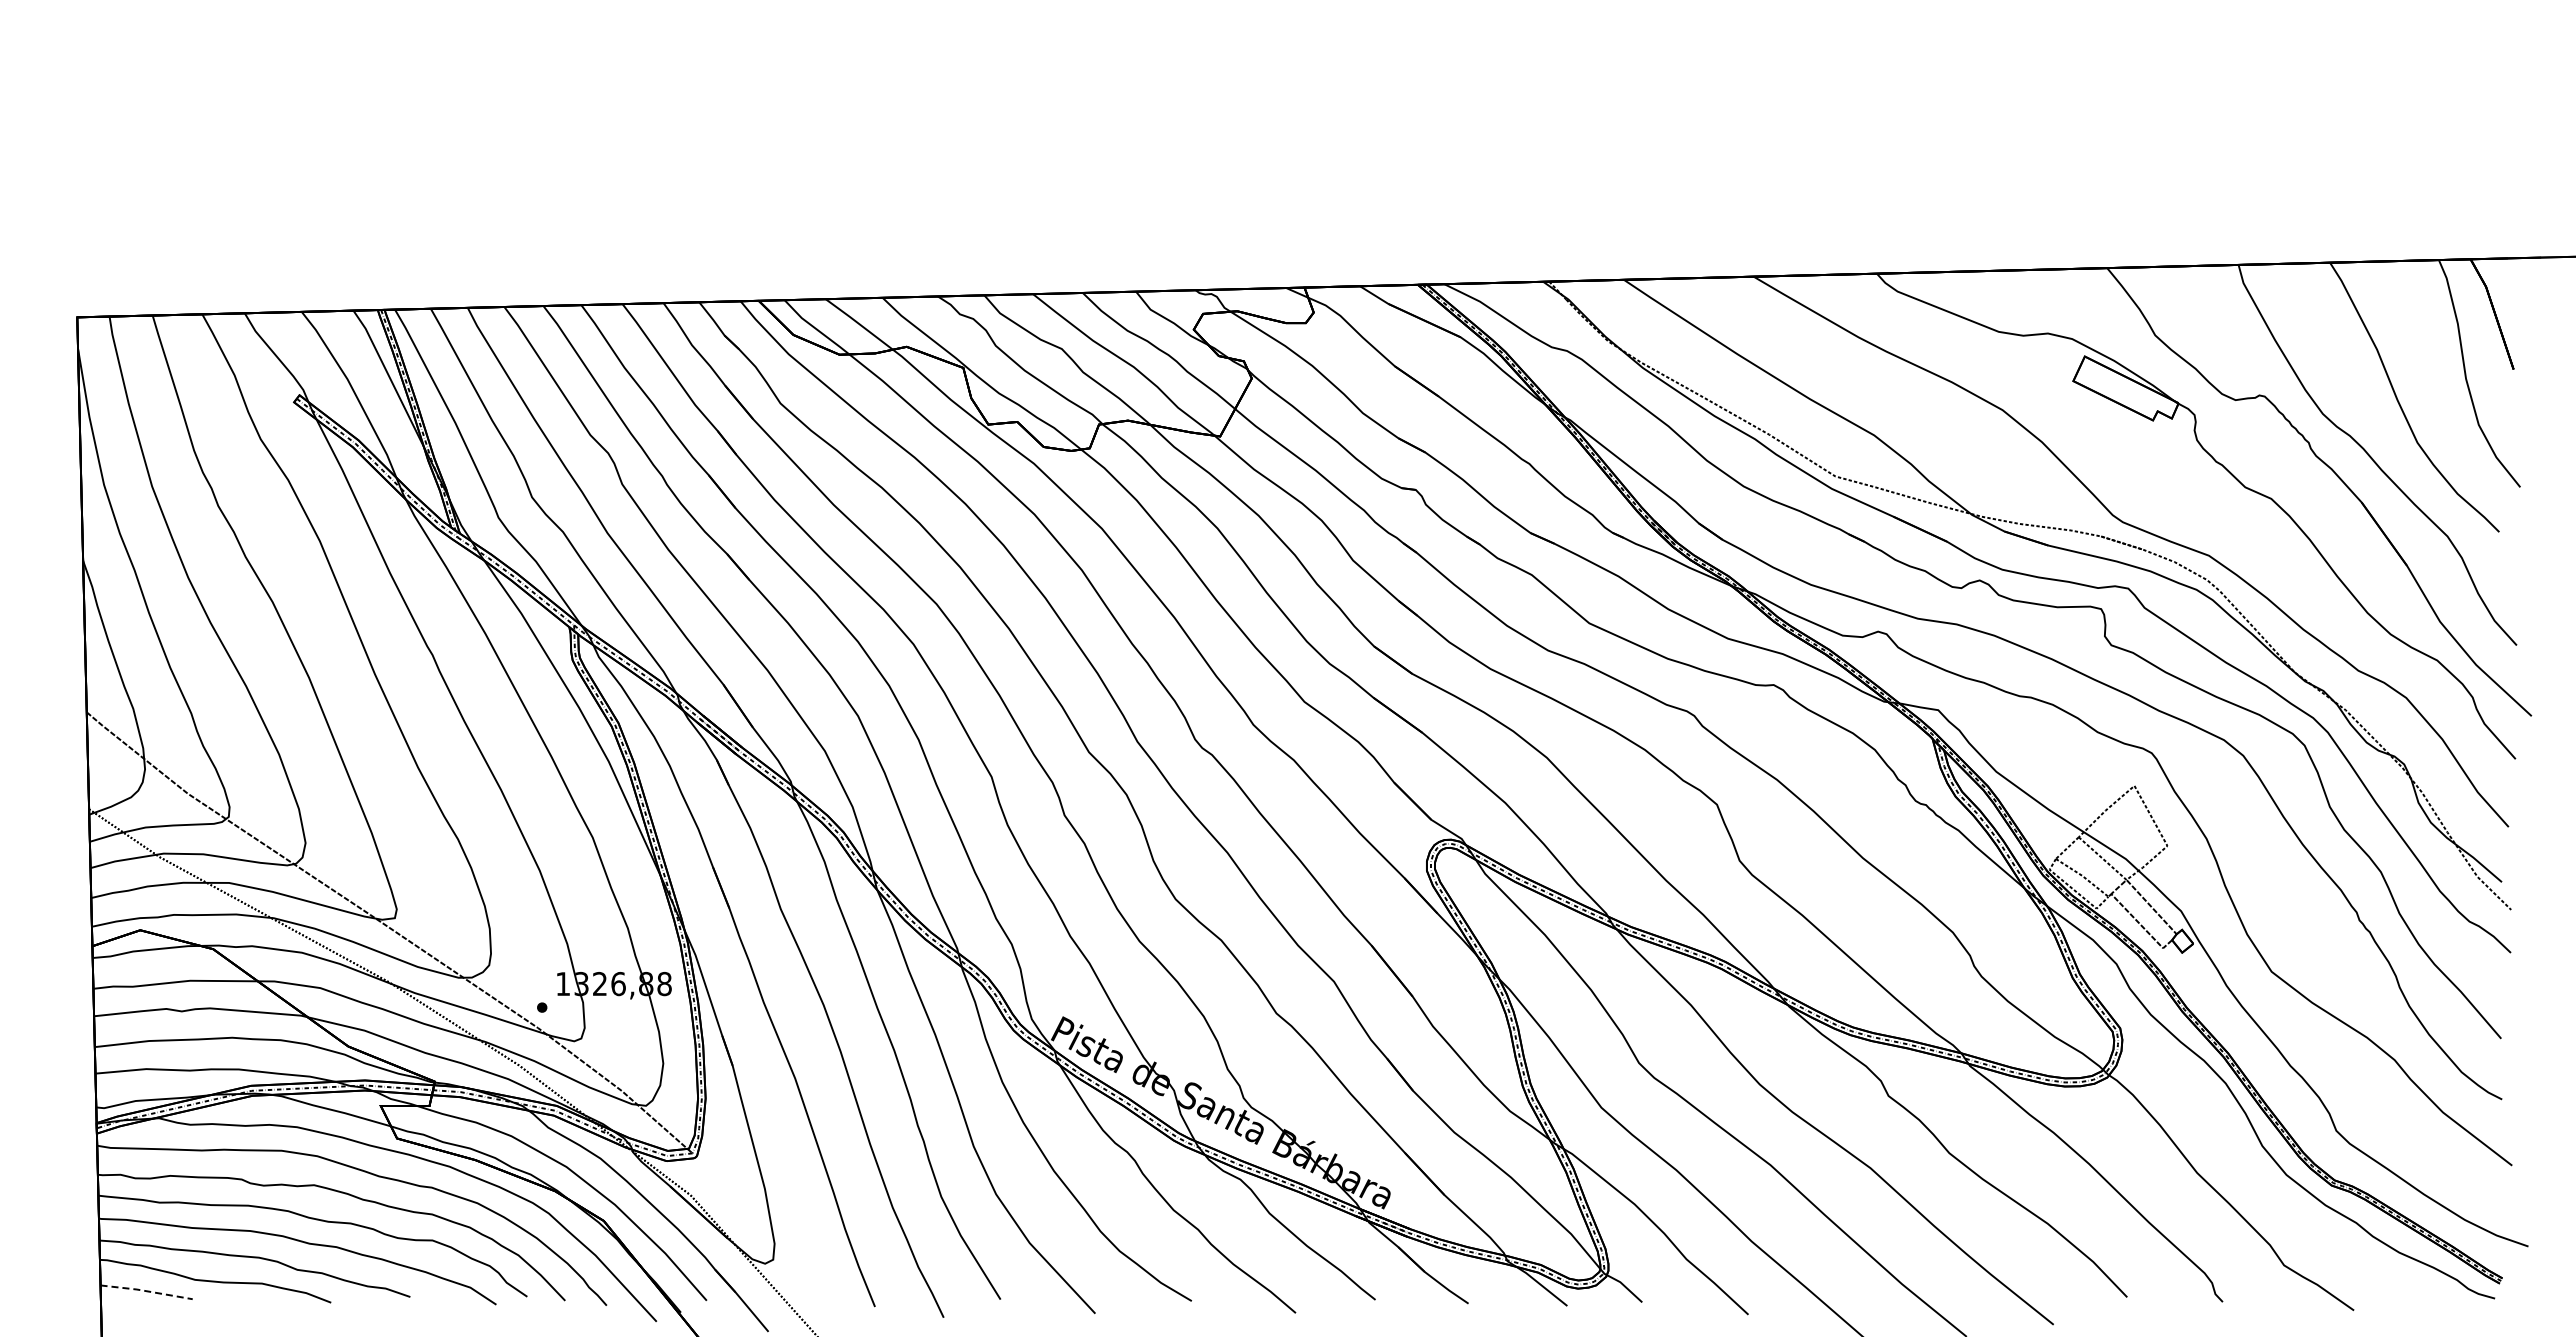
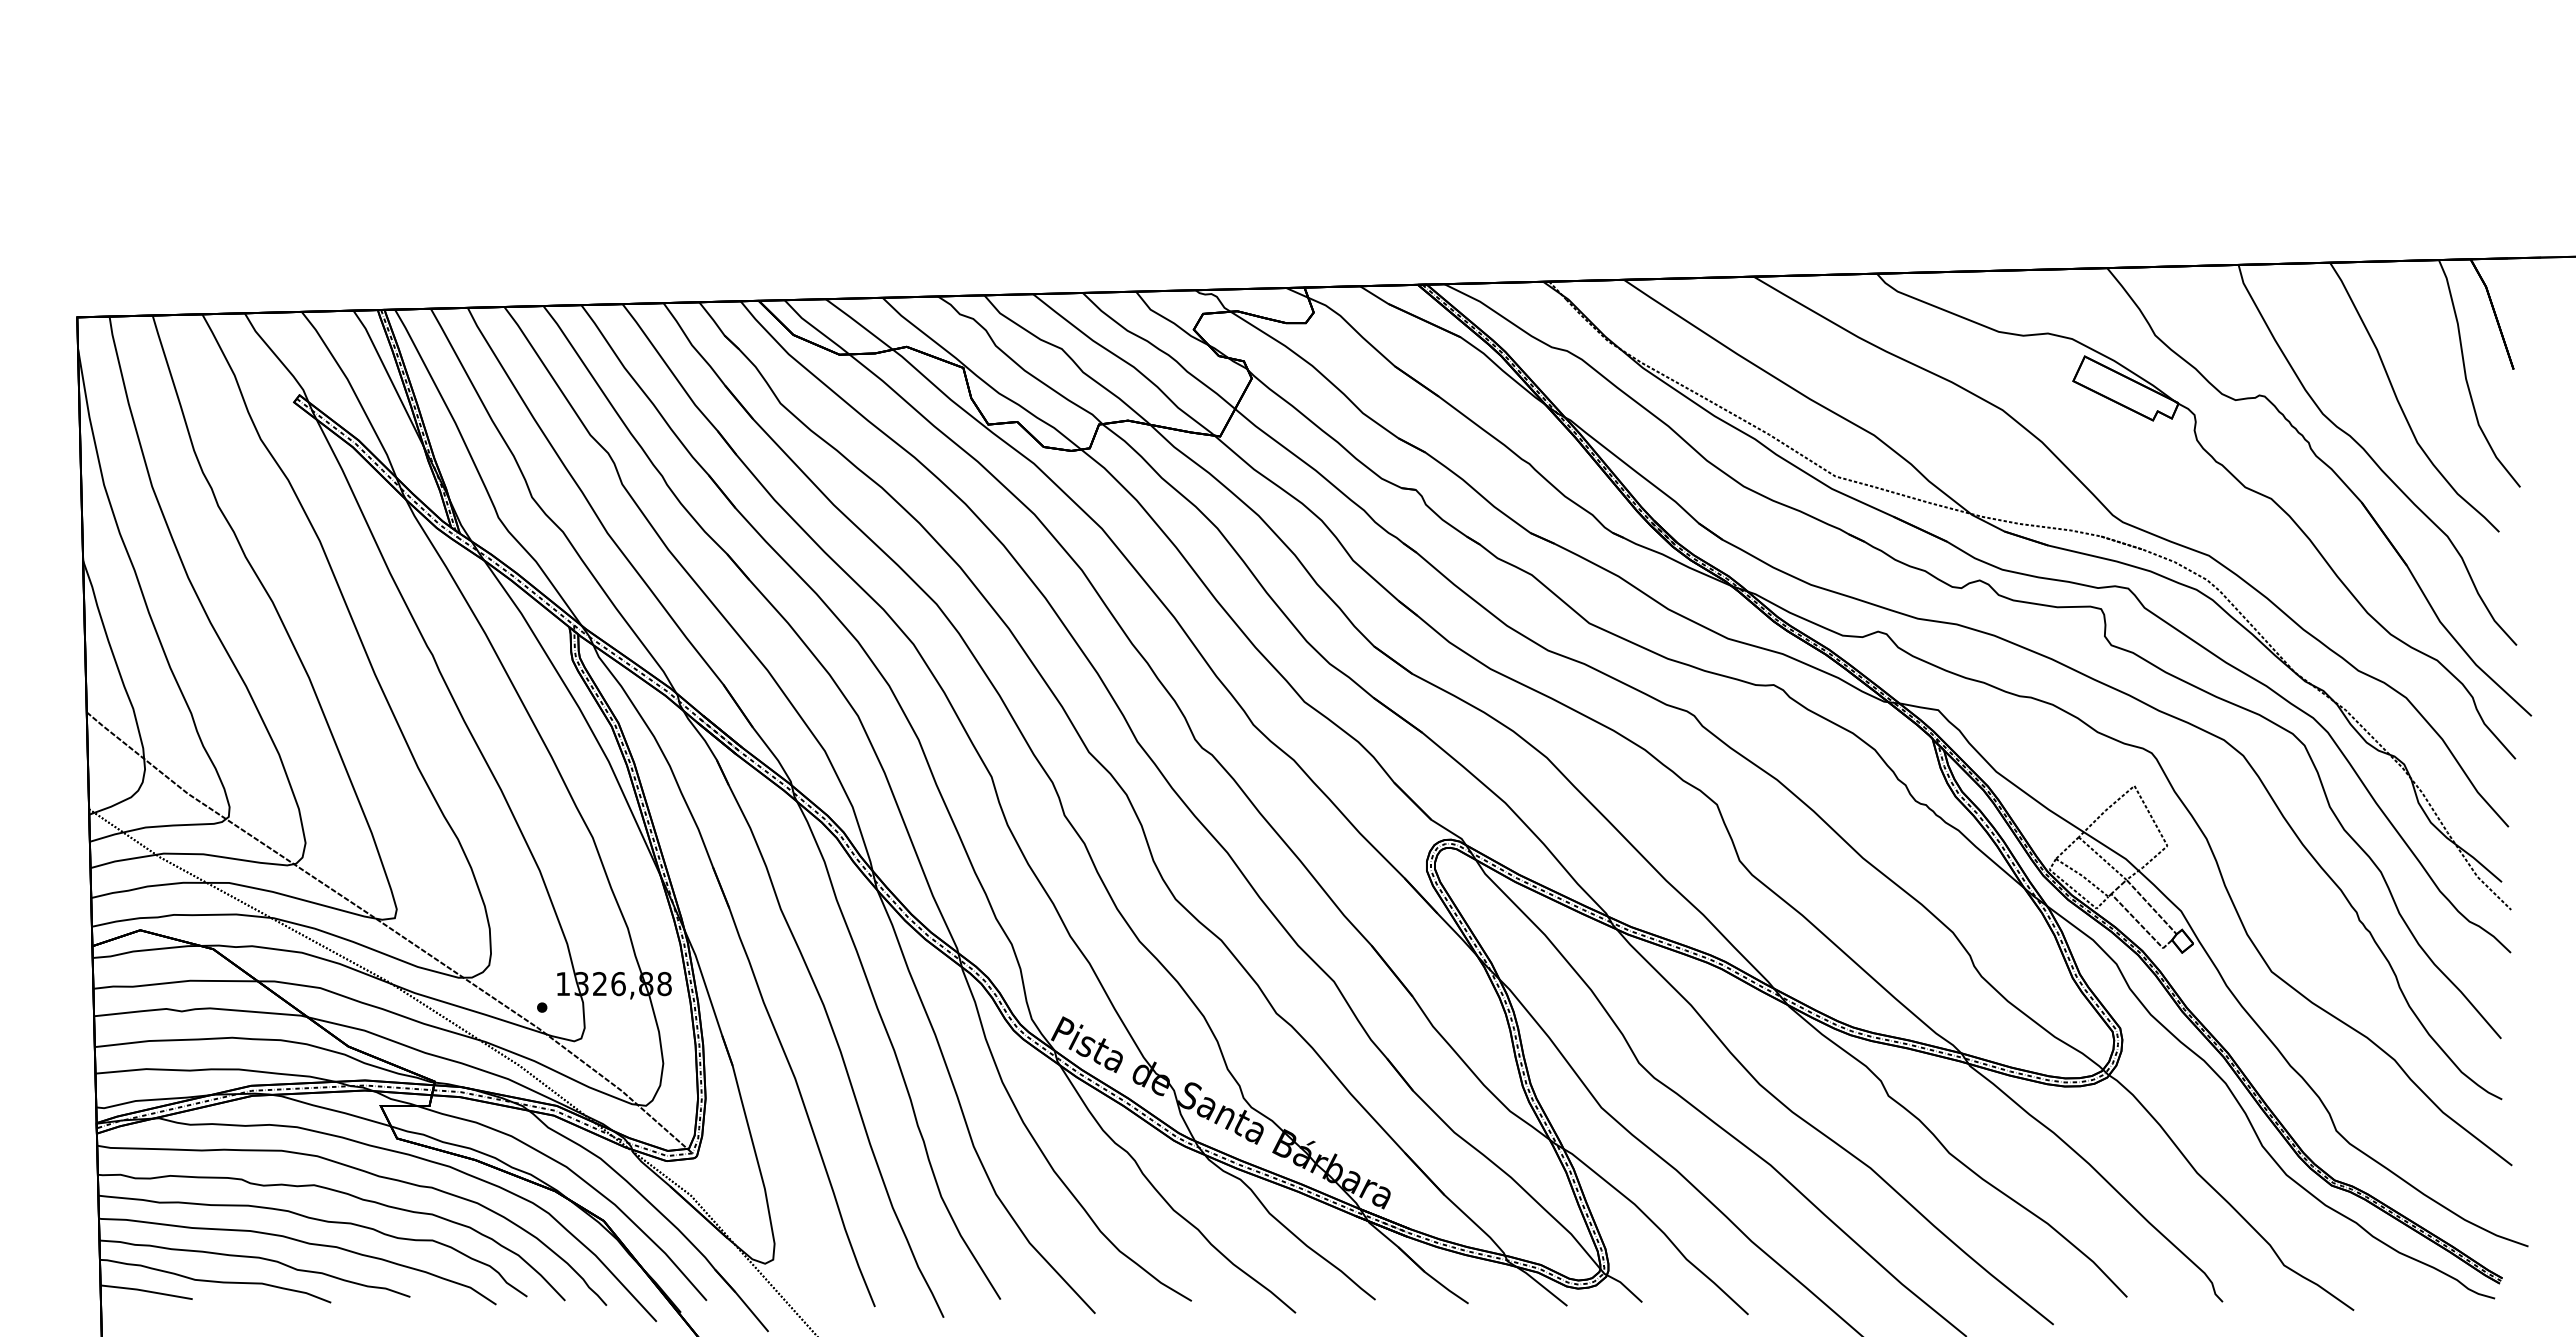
line at (146, 1291): dashed -> solid
